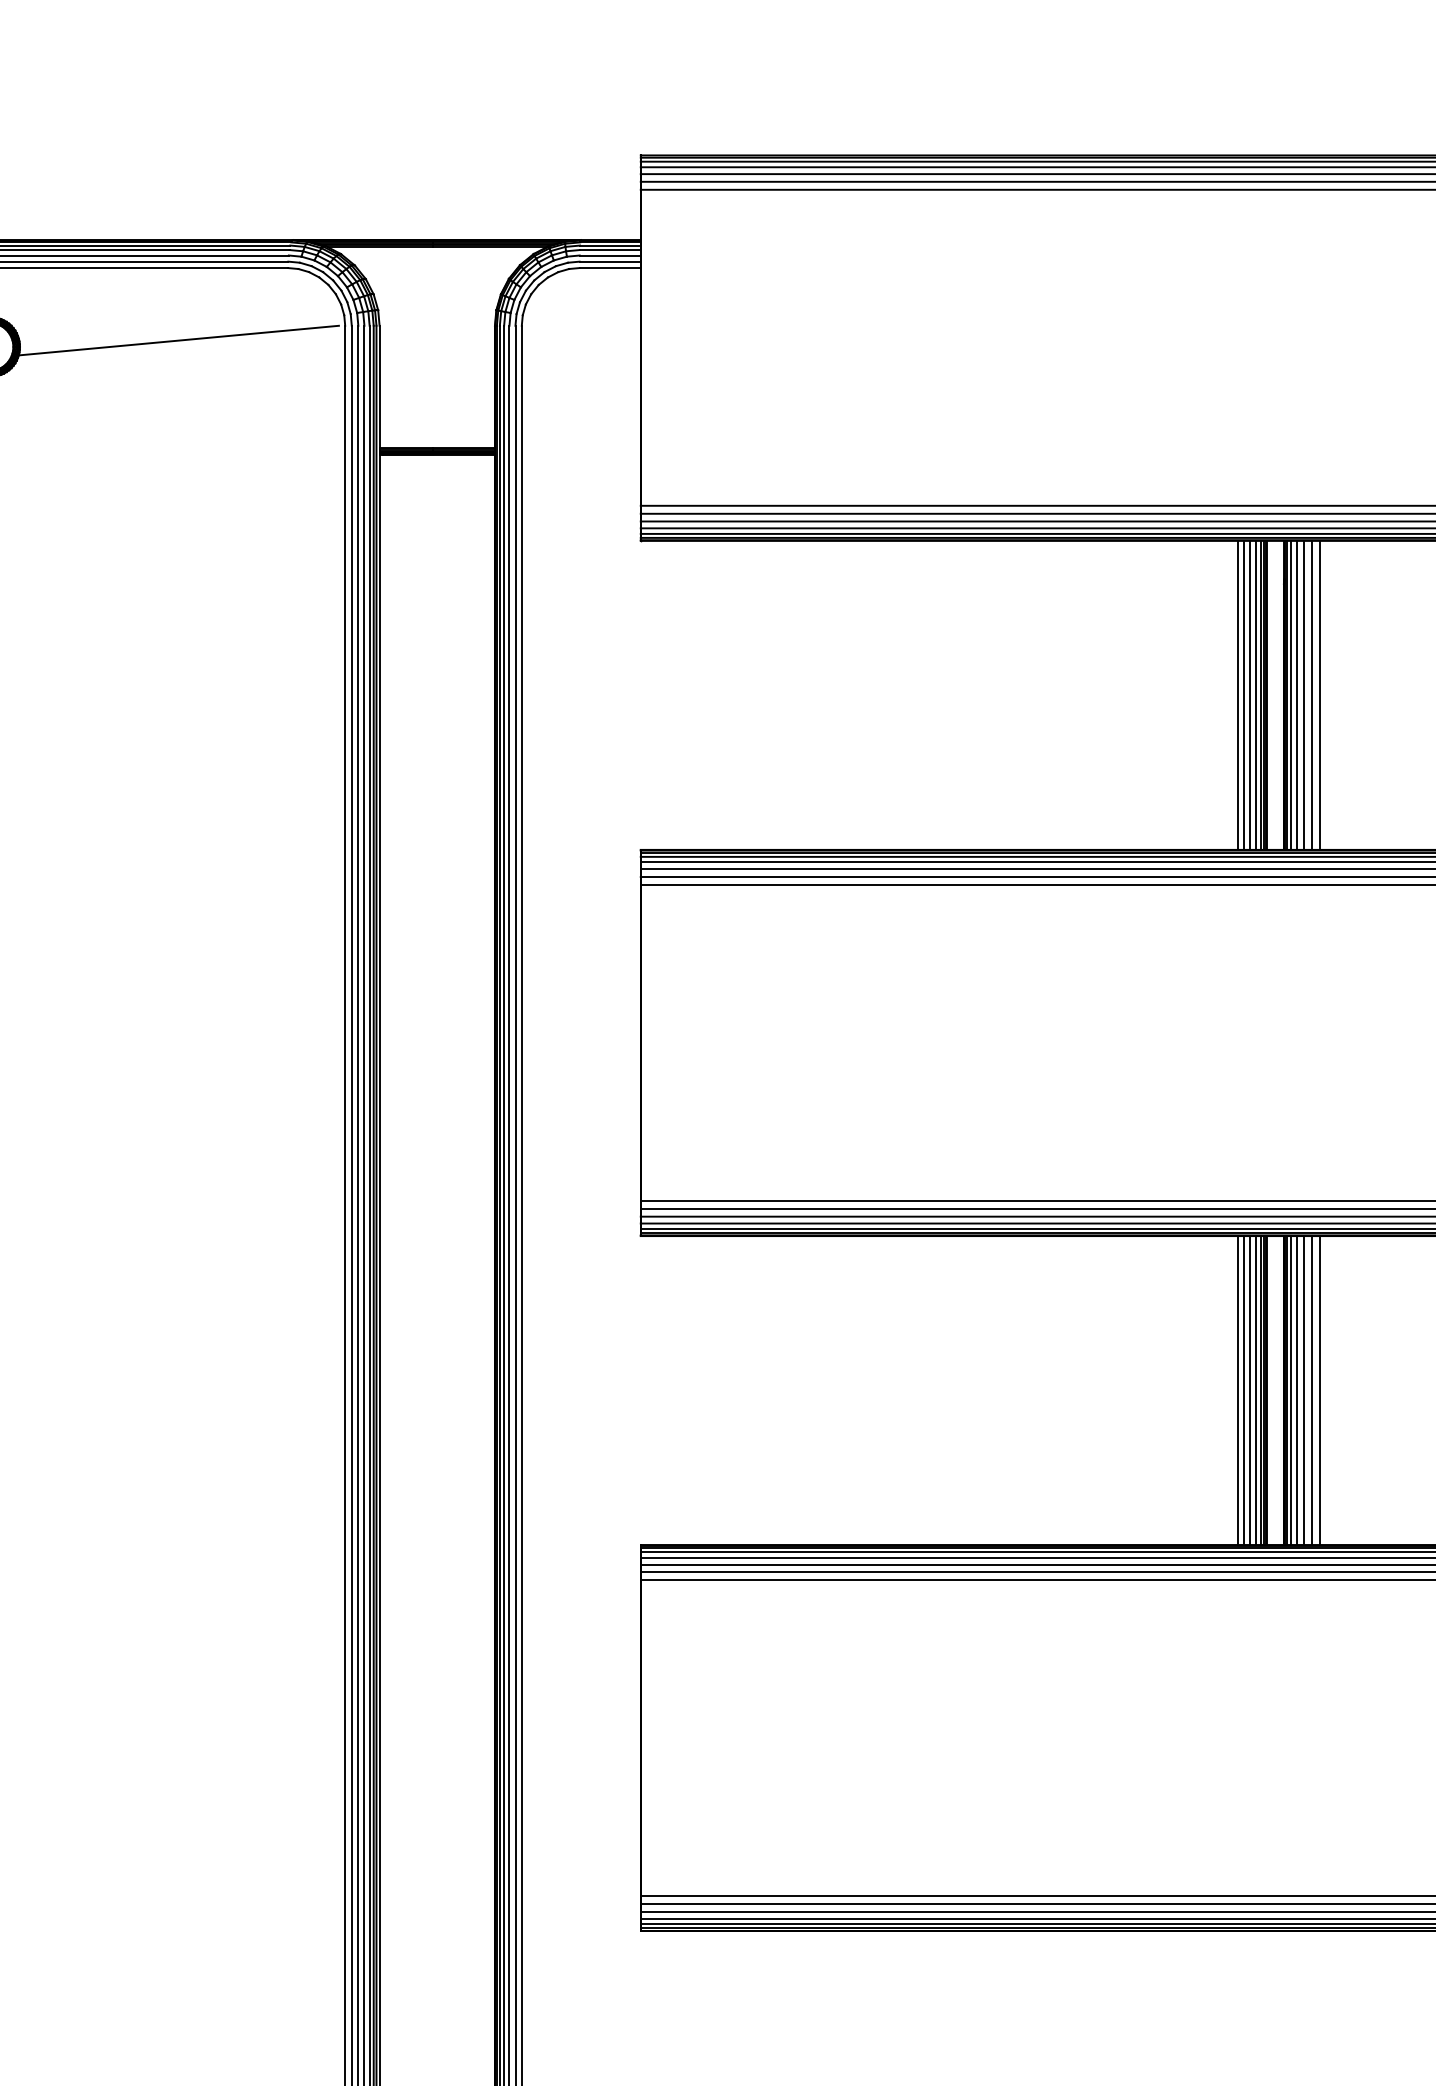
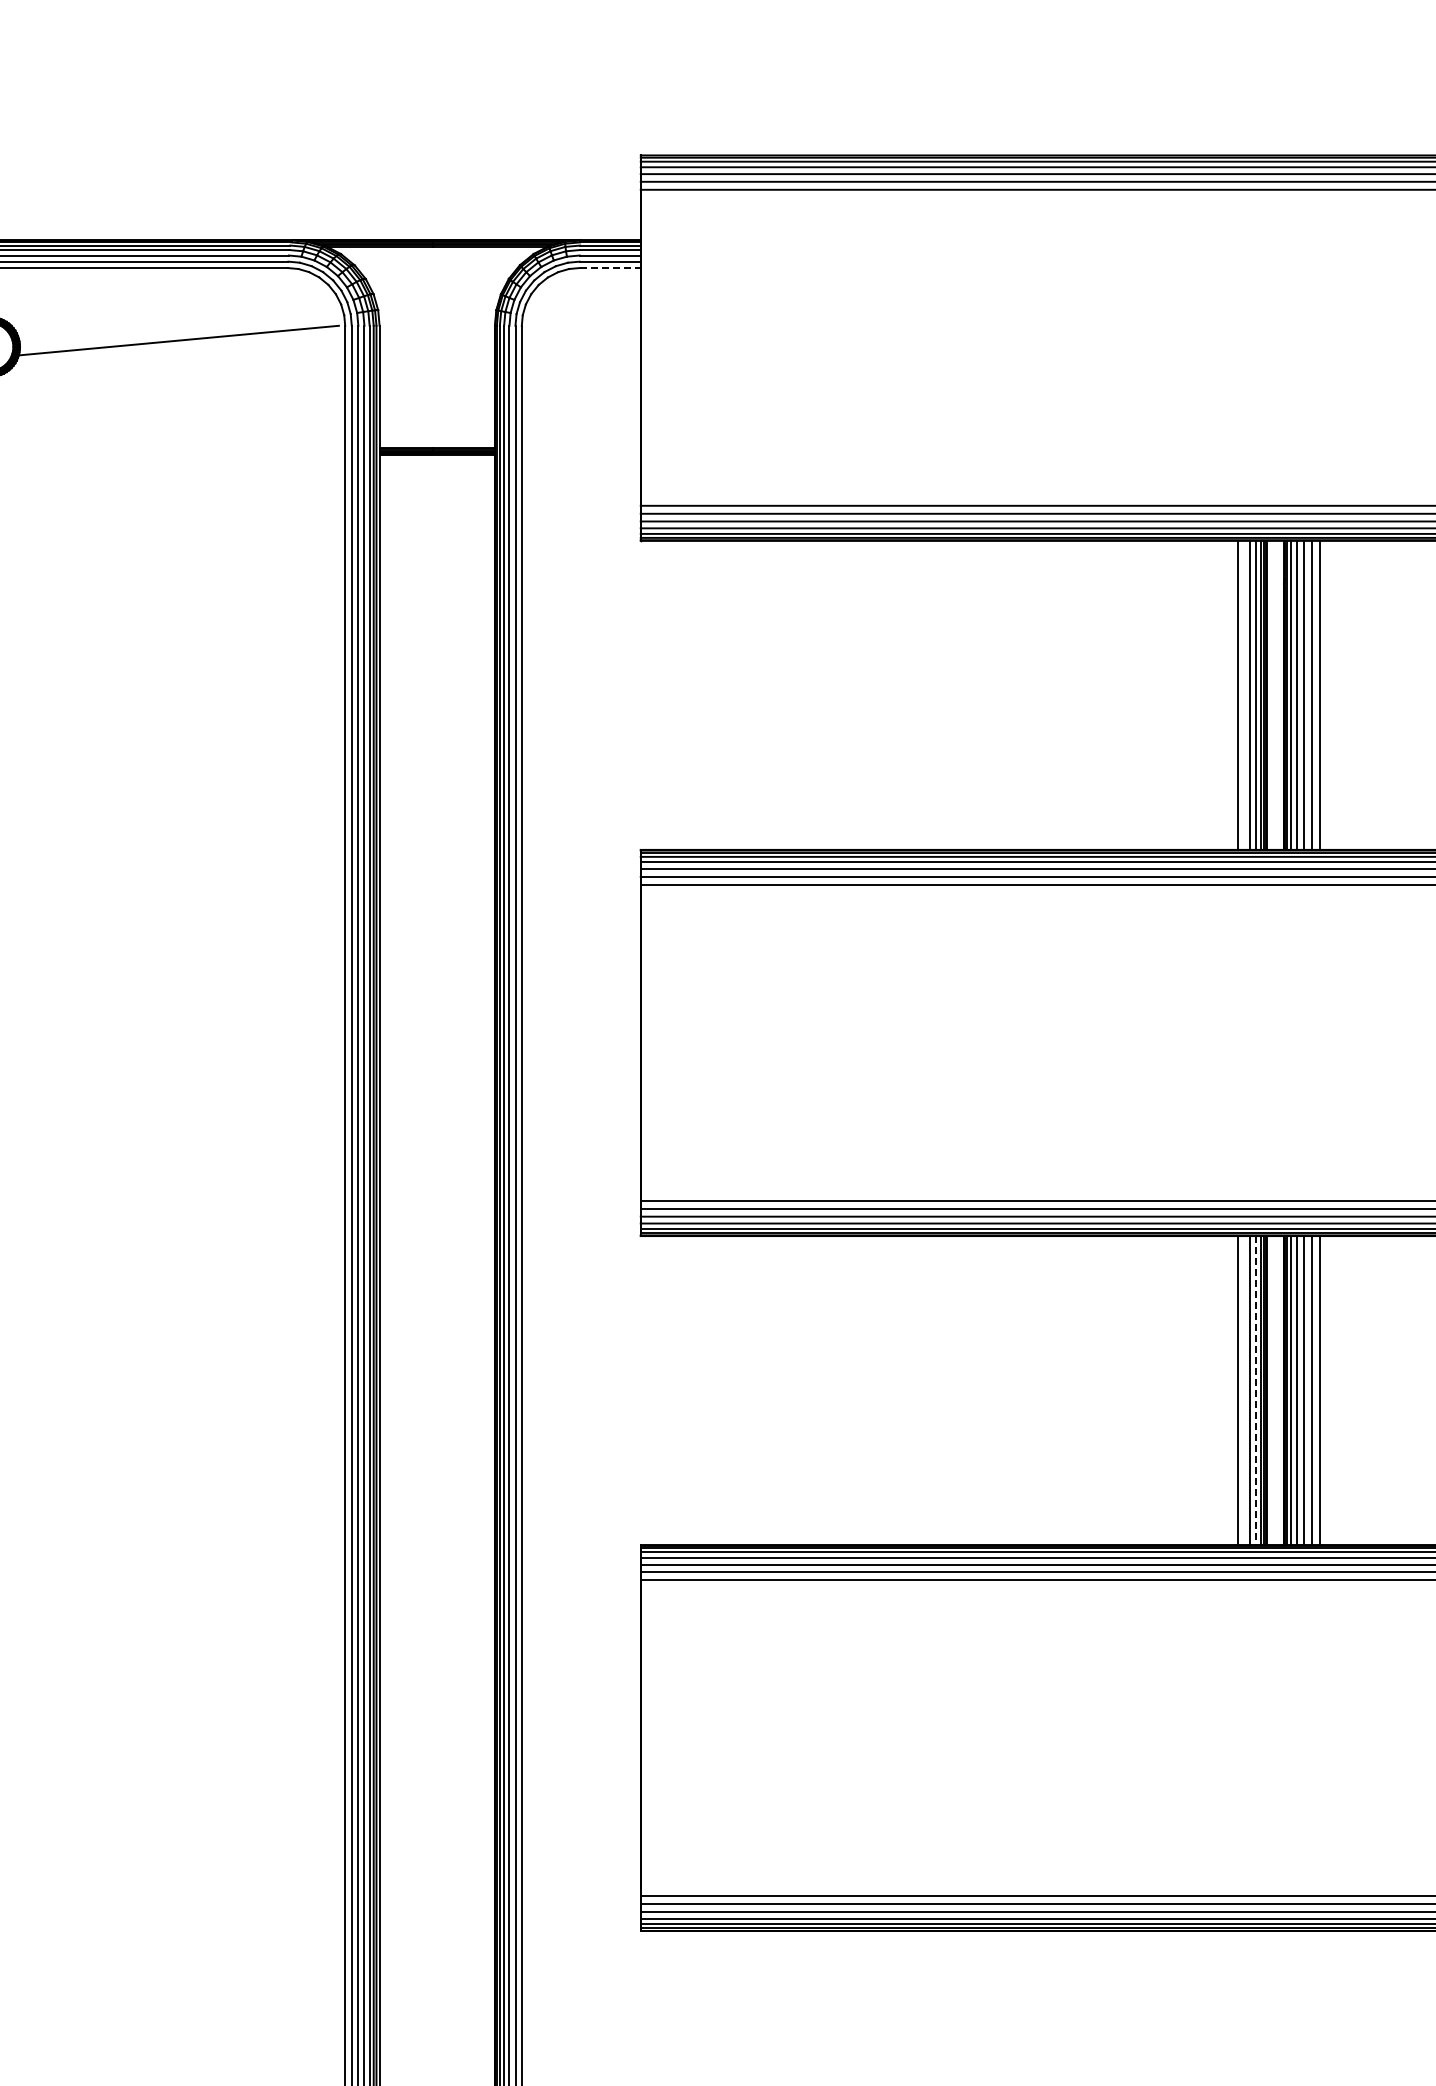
line at (610, 268): solid -> dashed
line at (1244, 694): present -> none
line at (1244, 1390): present -> none
line at (1255, 1391): solid -> dashed
